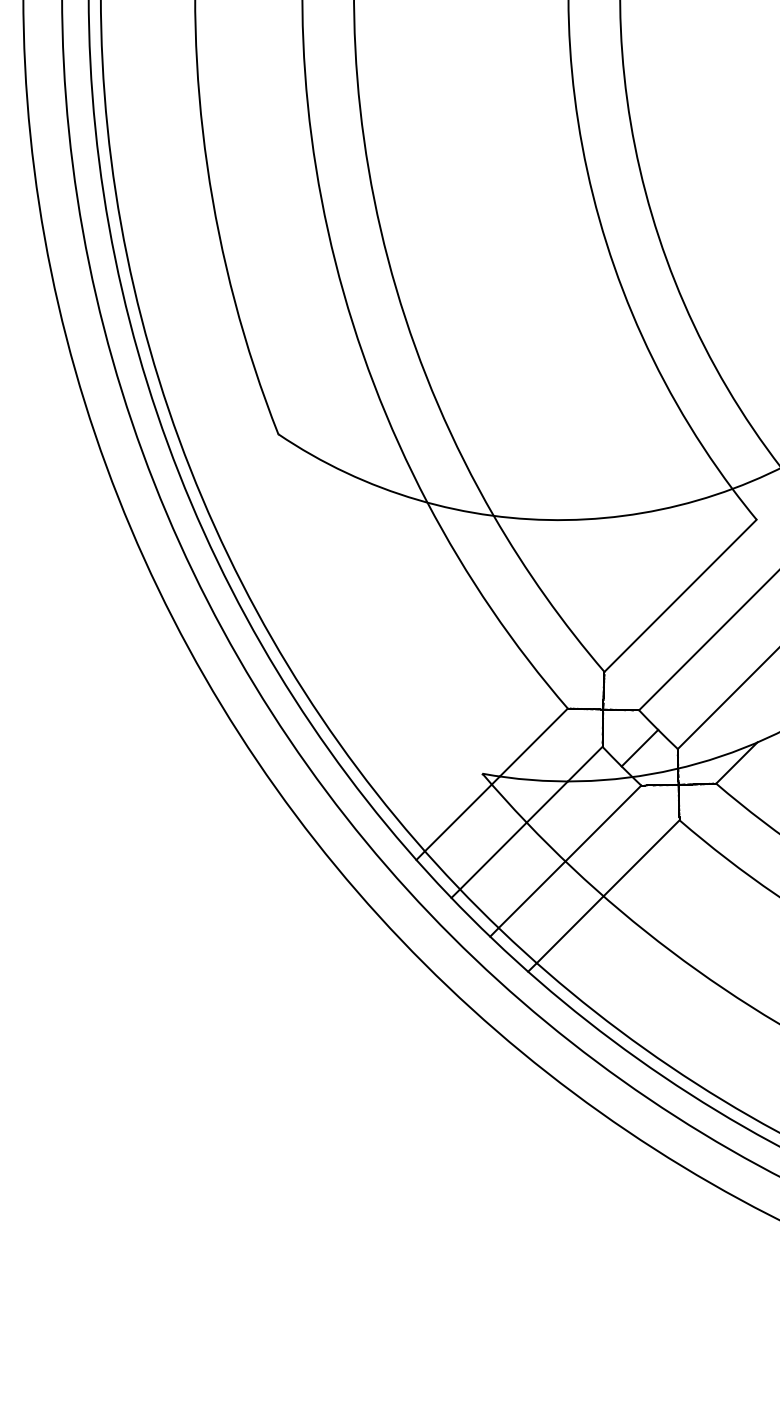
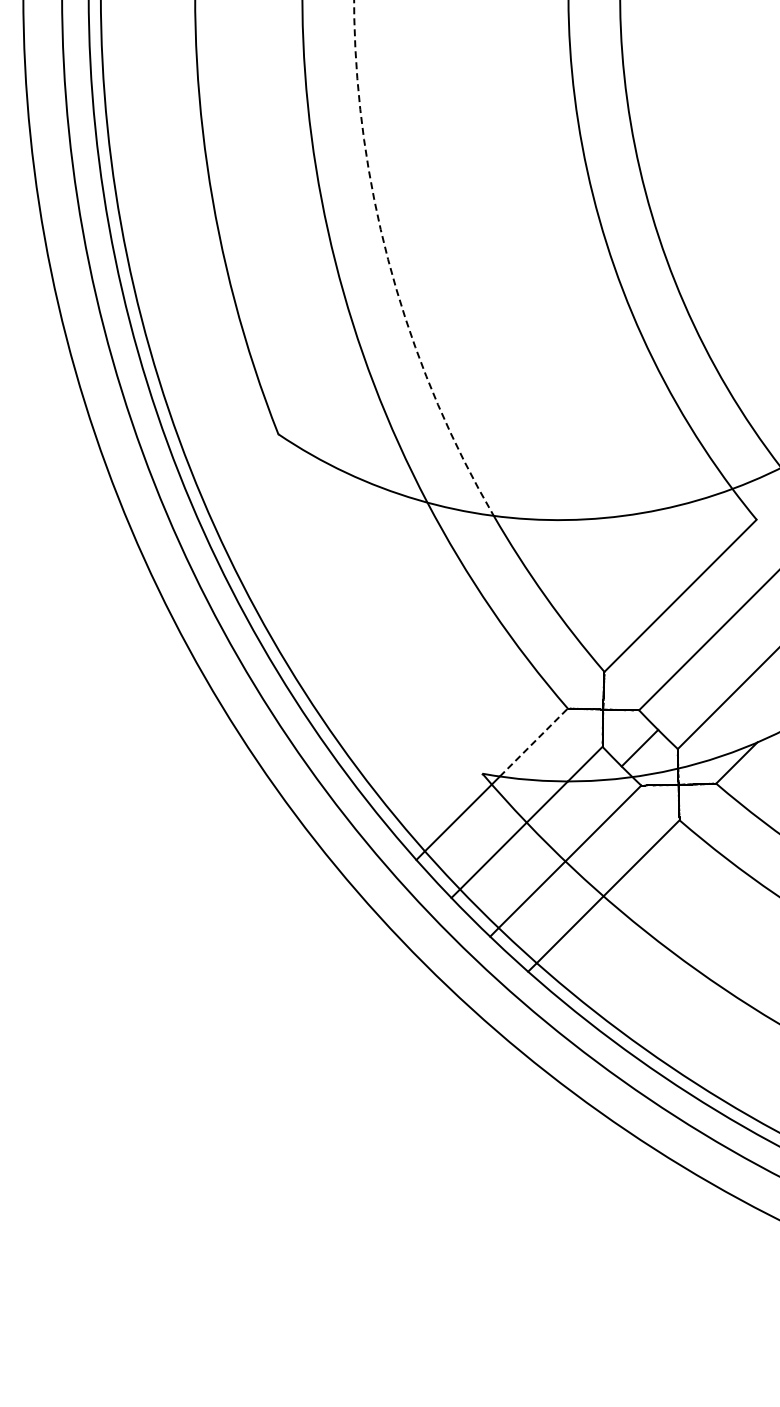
arc at (390, 266): solid -> dashed
line at (534, 742): solid -> dashed
